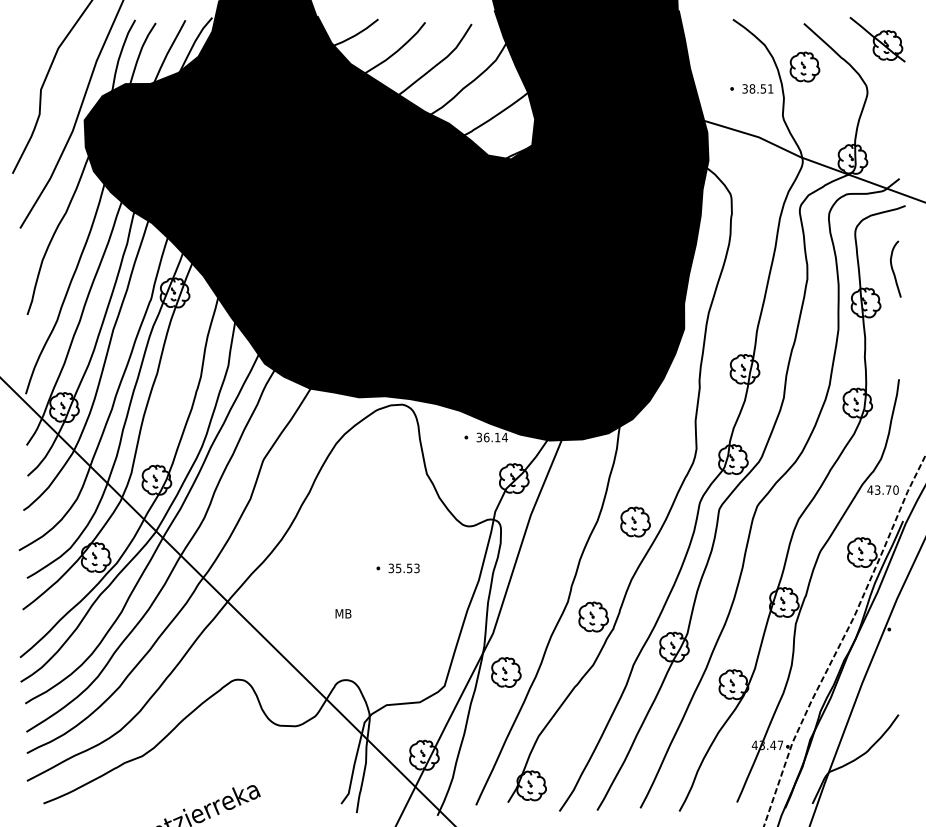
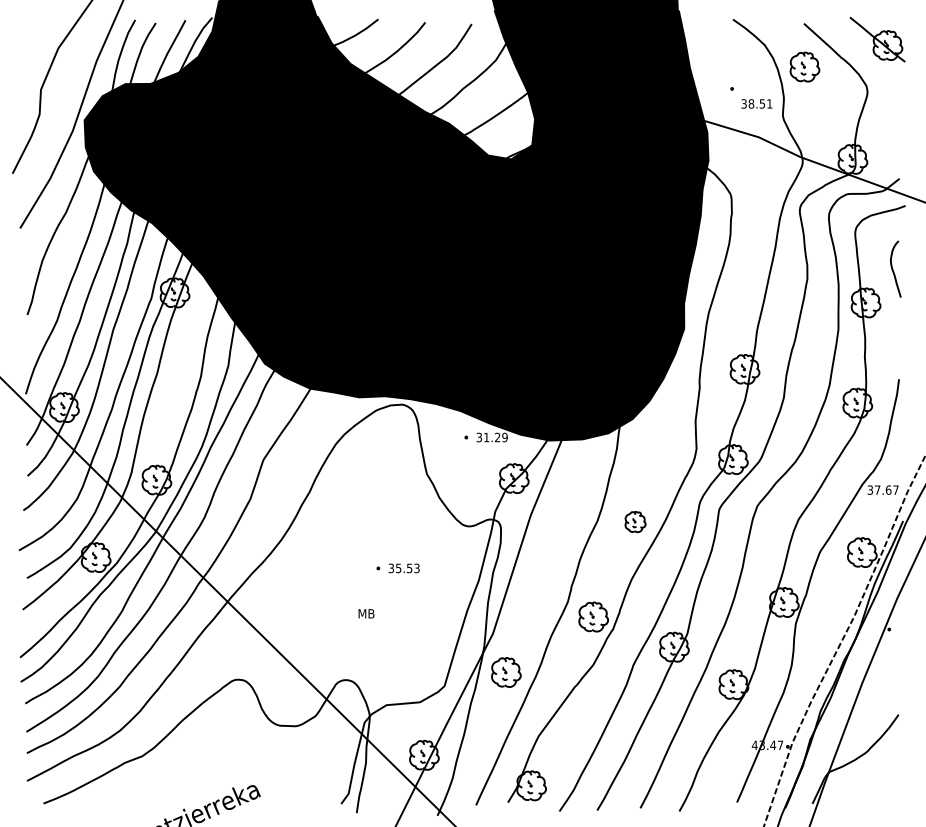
text at (757, 88) position: (757, 88) -> (756, 103)
text at (495, 437): 36.14 -> 31.29
text at (882, 489): 43.70 -> 37.67
part at (635, 521) size: 31x32 px -> 23x23 px
text at (343, 613) position: (343, 613) -> (366, 613)
